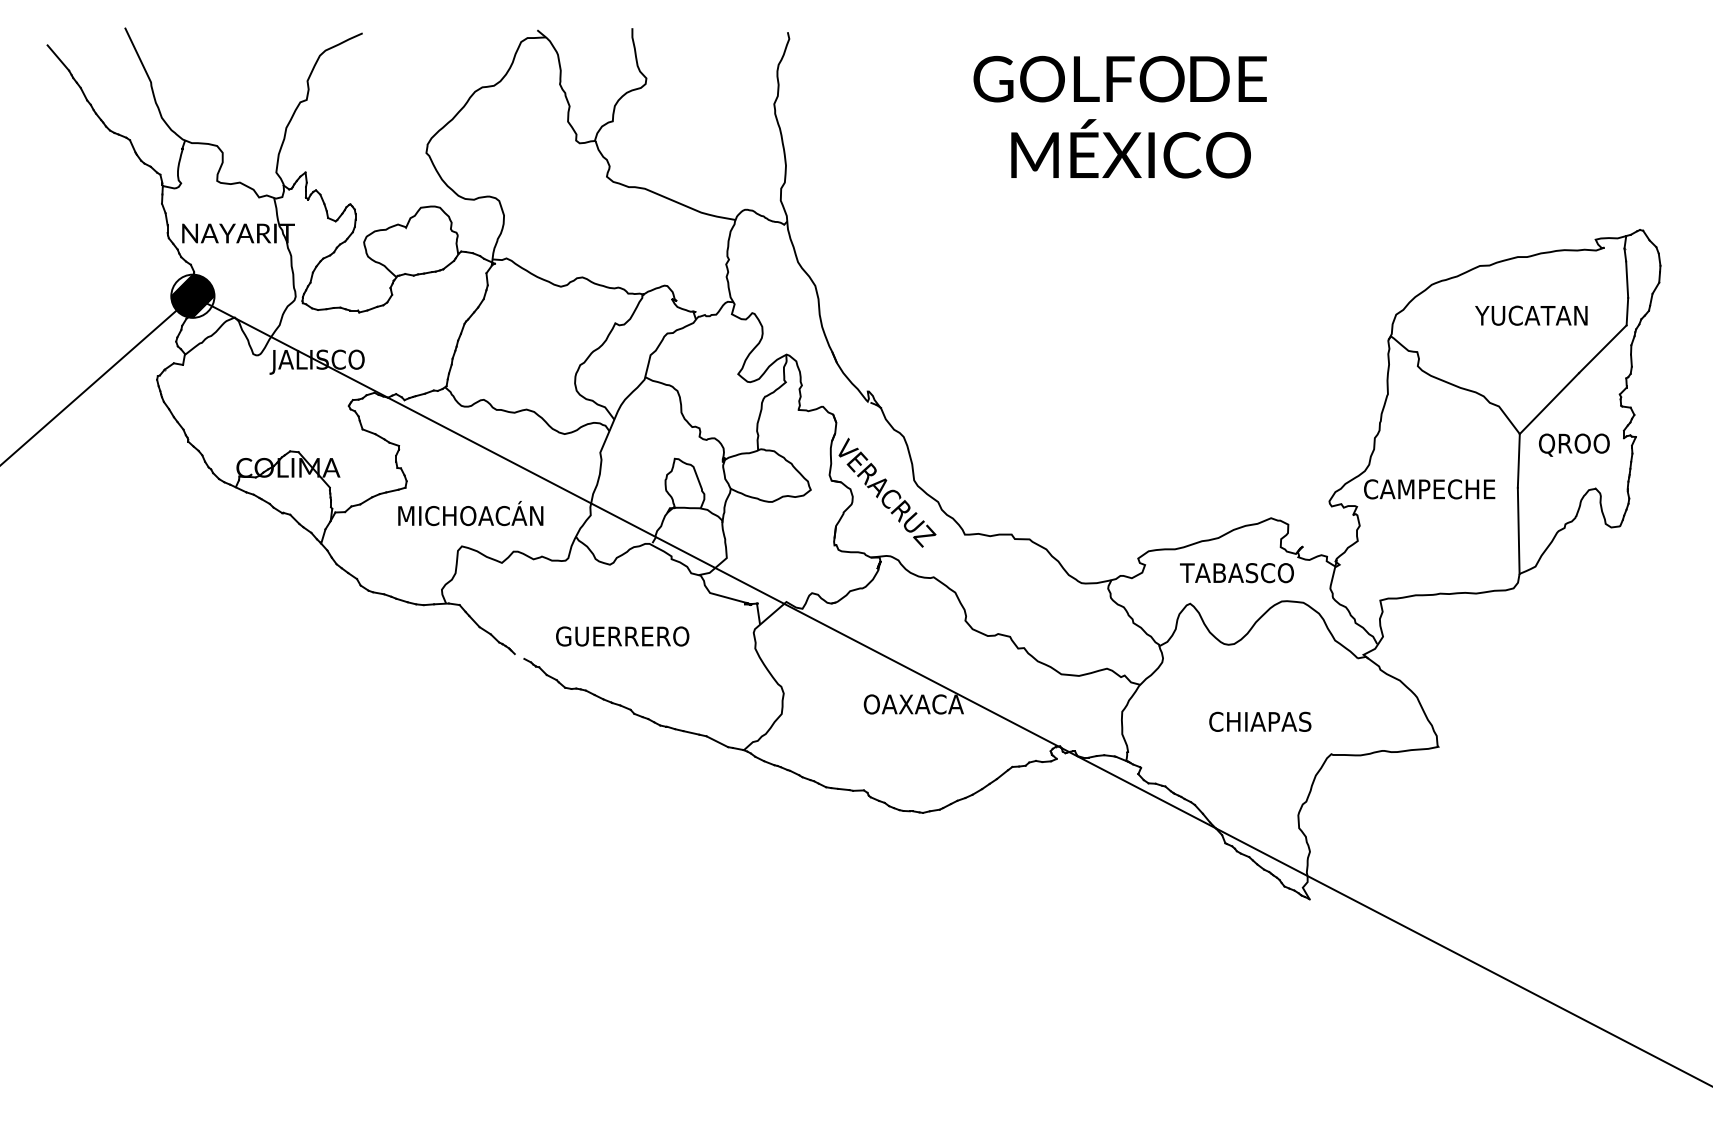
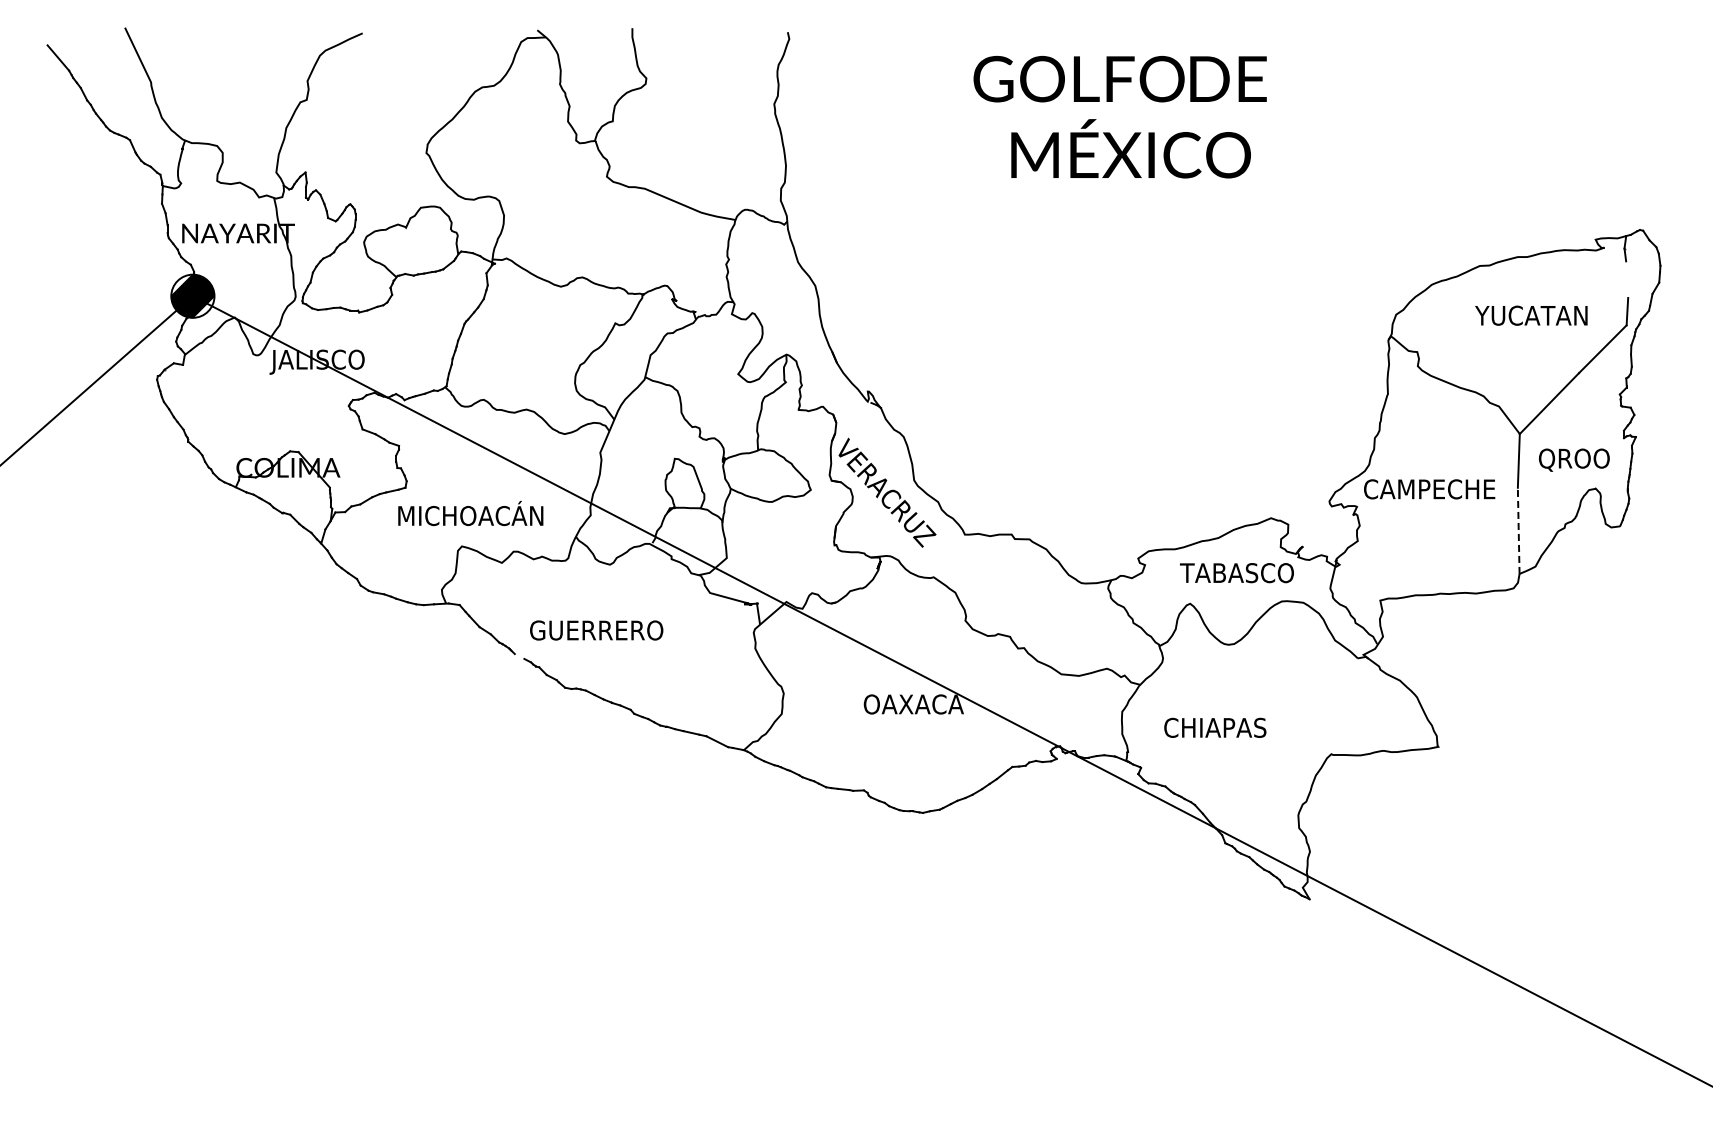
line at (1627, 279): present -> none
text at (1574, 444) position: (1574, 444) -> (1574, 459)
line at (1518, 530): solid -> dashed
text at (622, 636) position: (622, 636) -> (596, 630)
text at (1260, 721) position: (1260, 721) -> (1215, 727)
